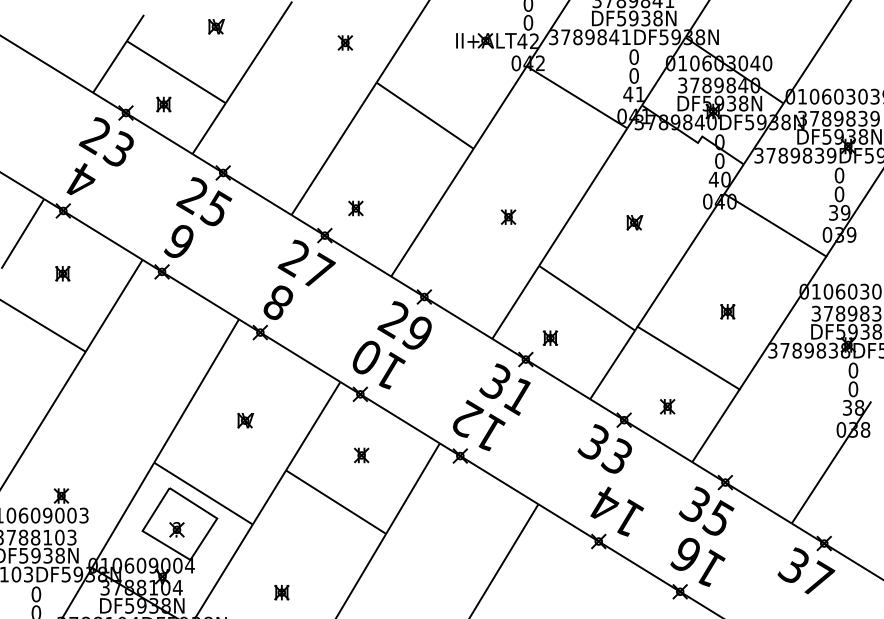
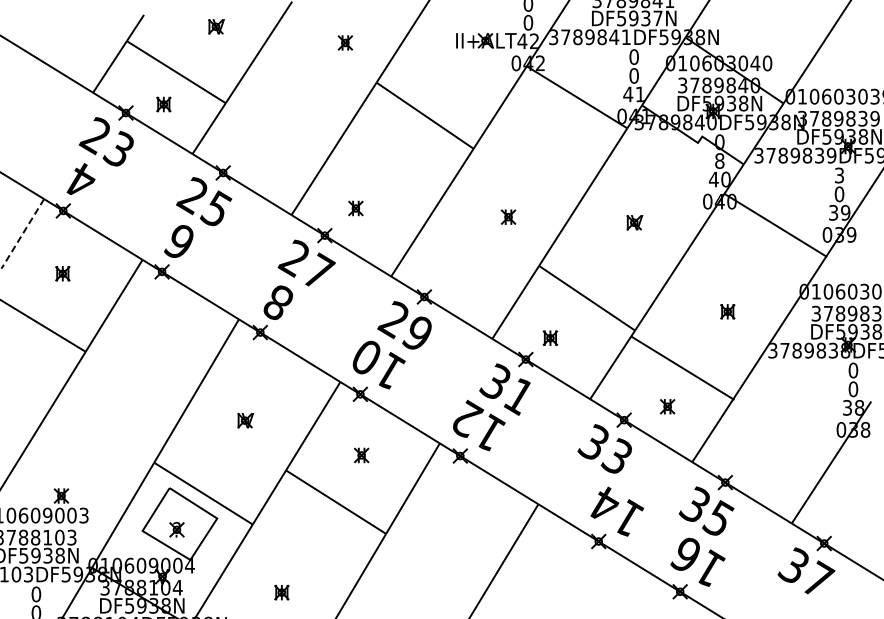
text at (657, 18): DF5938N -> DF5937N
text at (719, 160): 0 -> 8
text at (839, 175): 0 -> 3
line at (22, 233): solid -> dashed
line at (688, 357) position: (688, 357) -> (682, 367)
